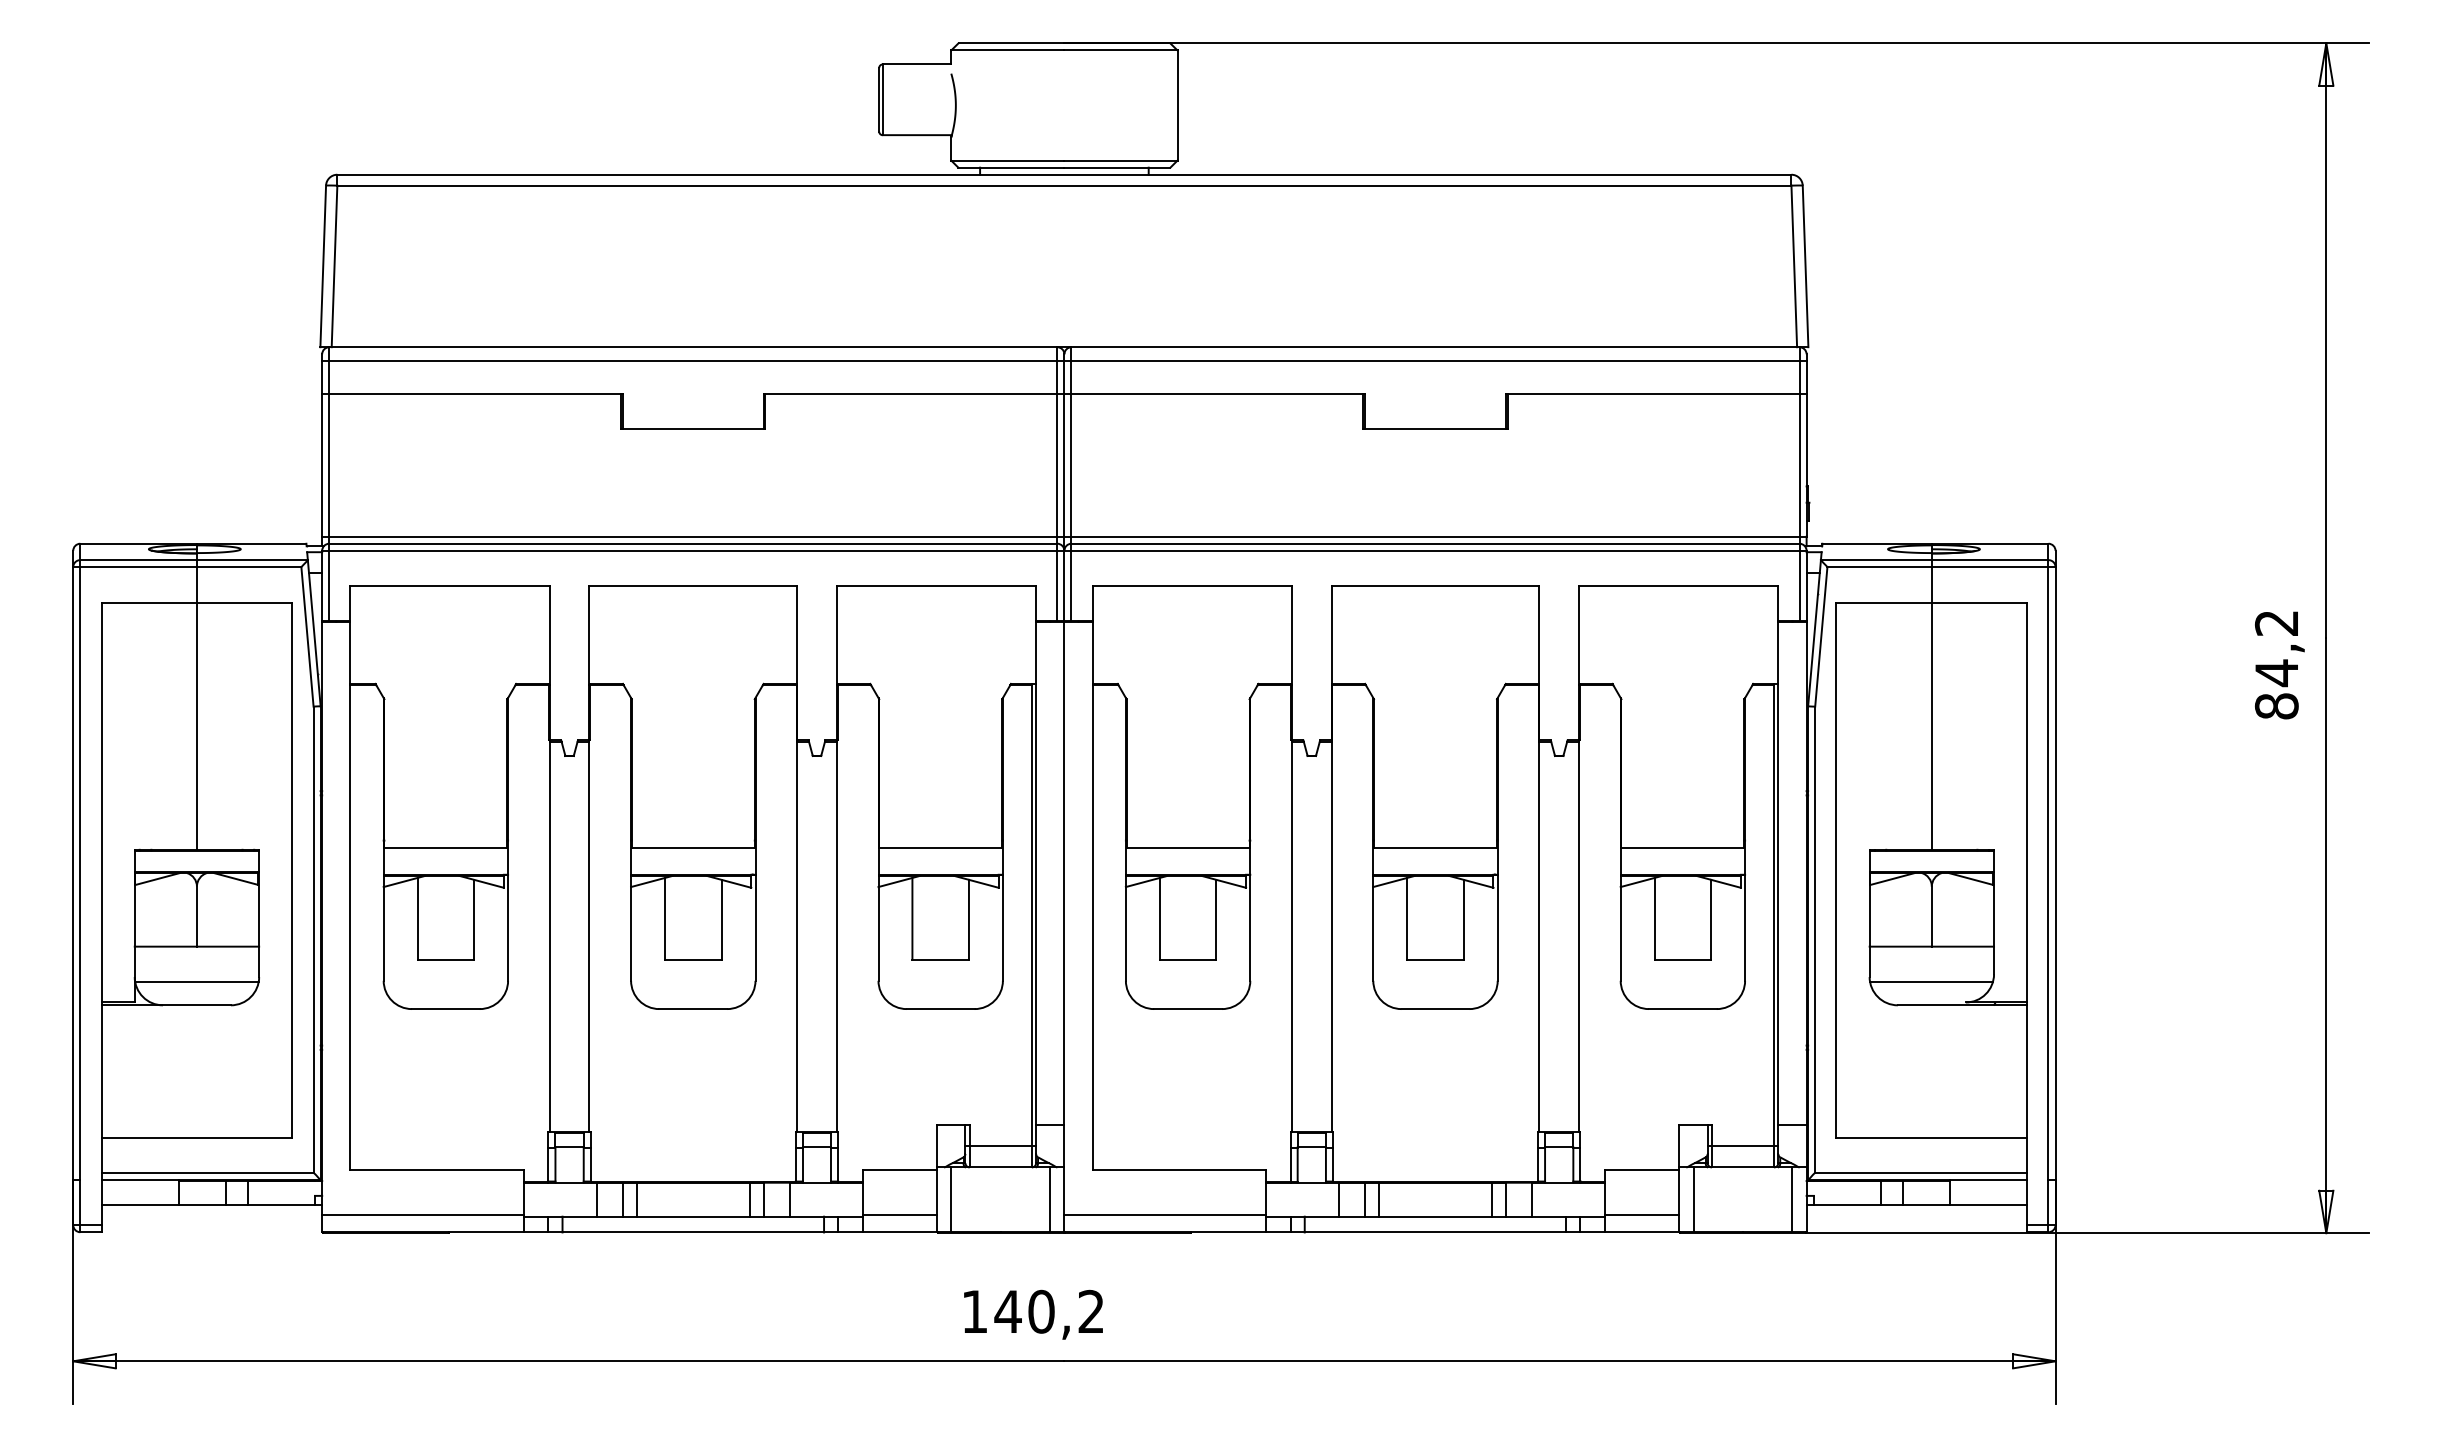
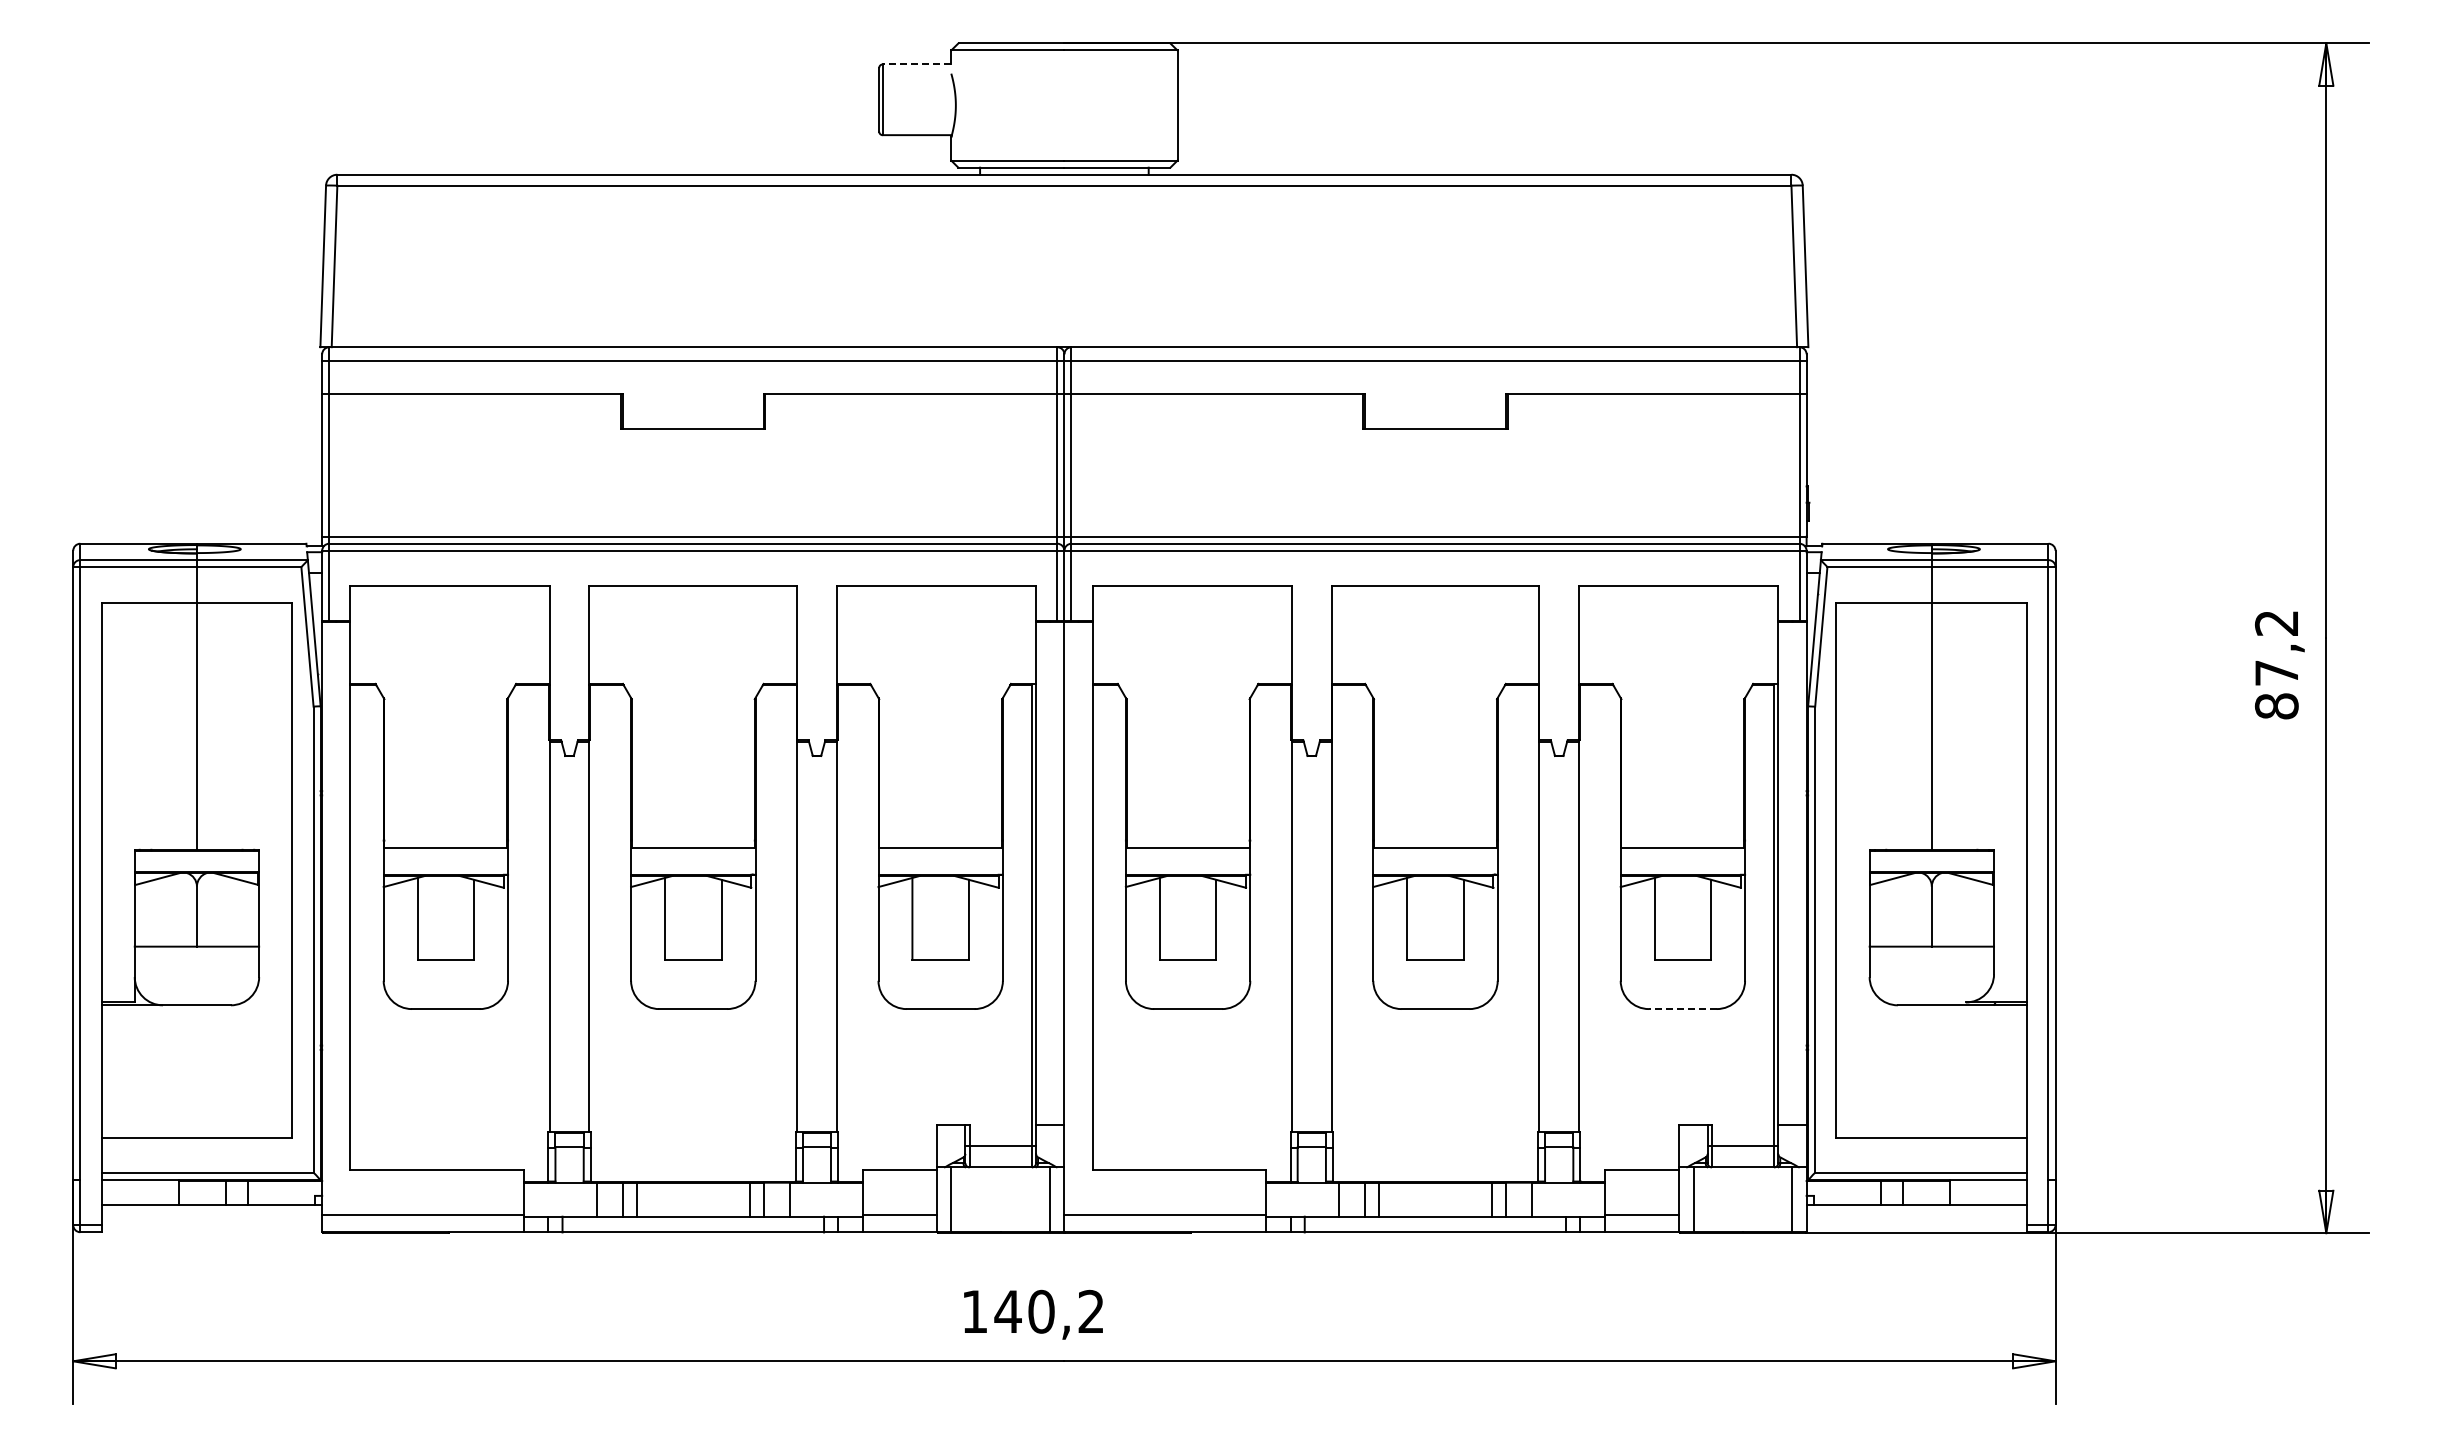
line at (916, 64): solid -> dashed
text at (2276, 673): 84,2 -> 87,2
line at (196, 982): present -> none
line at (1931, 982): present -> none
line at (1682, 1009): solid -> dashed
